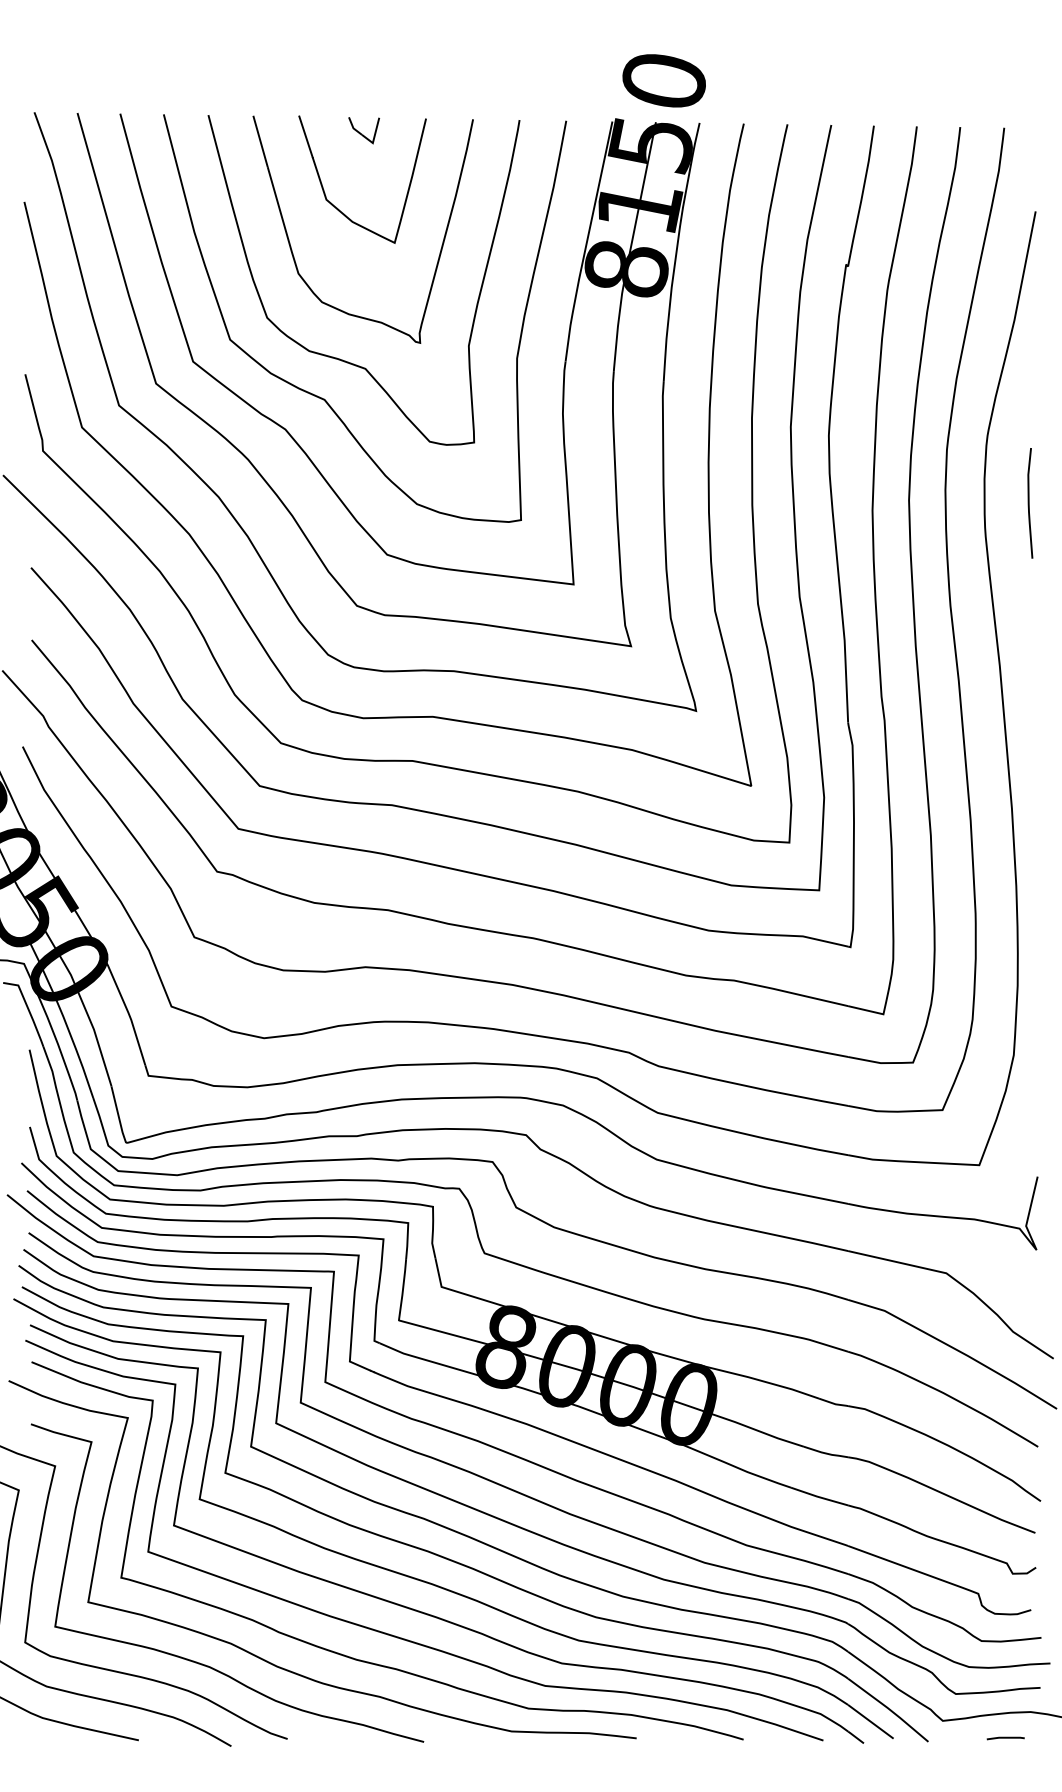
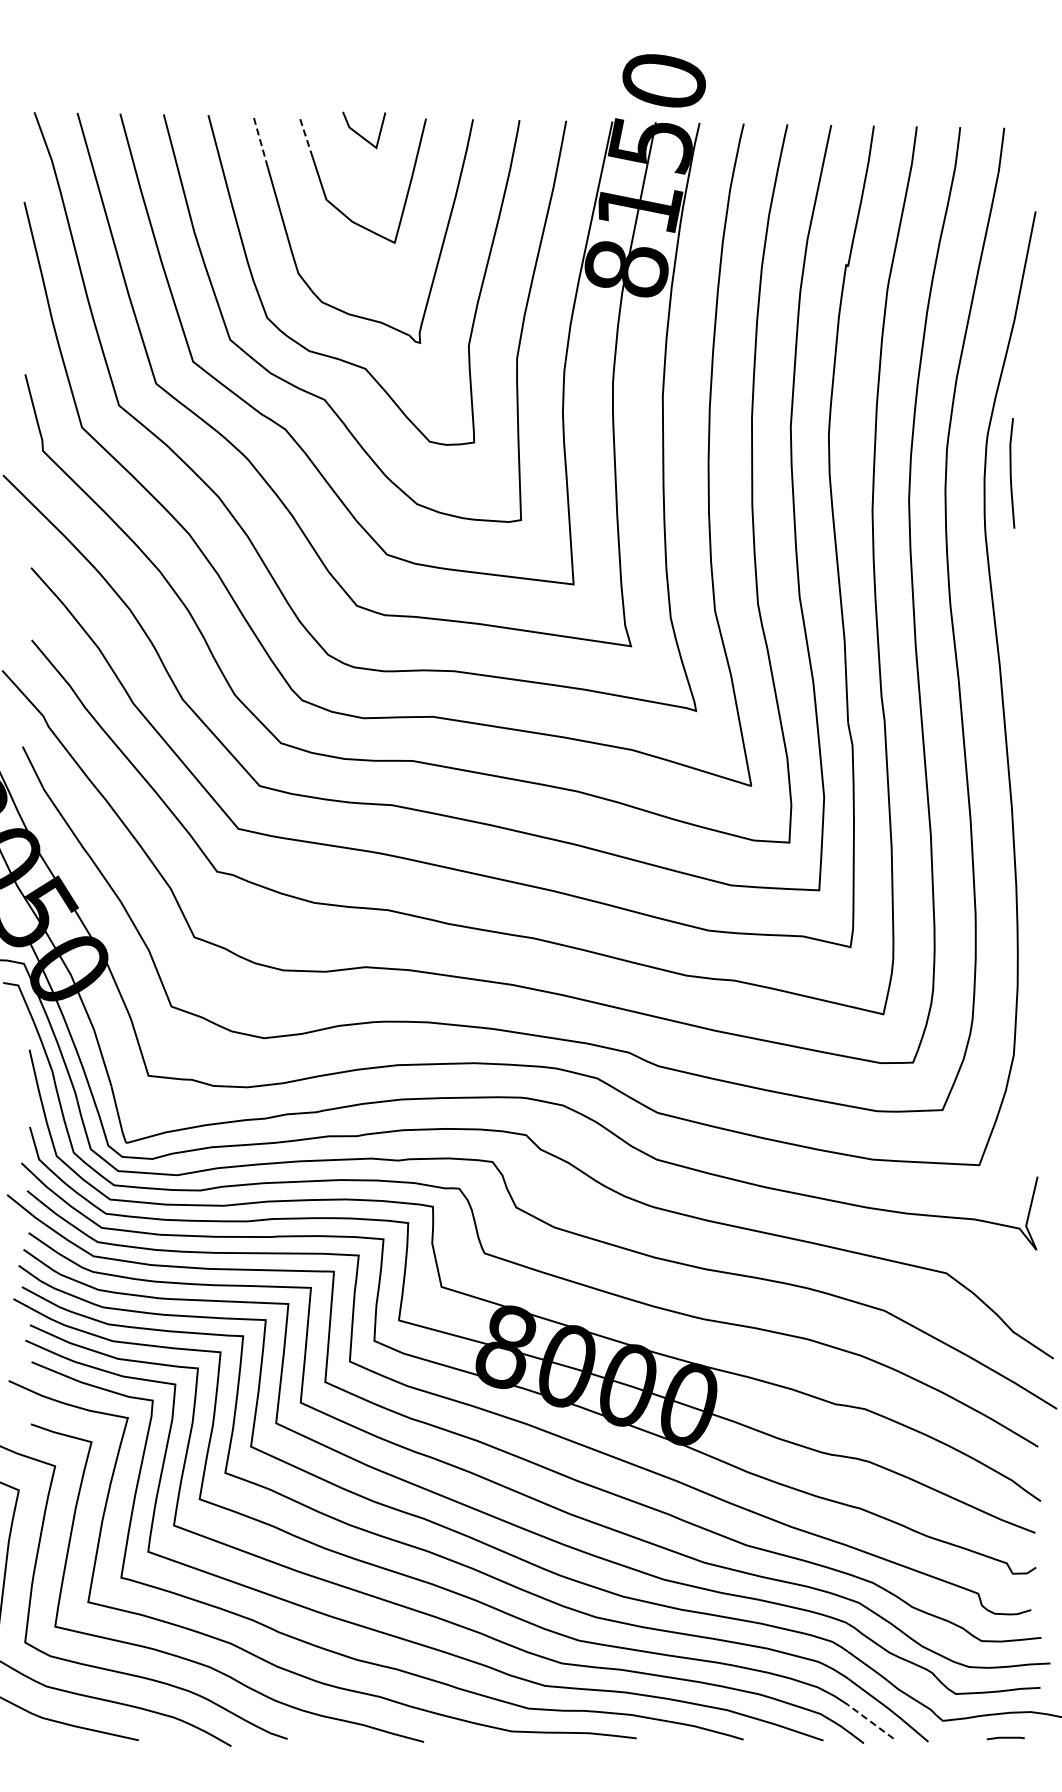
part at (363, 130) size: 32x28 px -> 45x39 px
line at (305, 136): solid -> dashed
line at (260, 141): solid -> dashed
curve at (1029, 503) position: (1029, 503) -> (1011, 473)
line at (870, 1721): solid -> dashed
